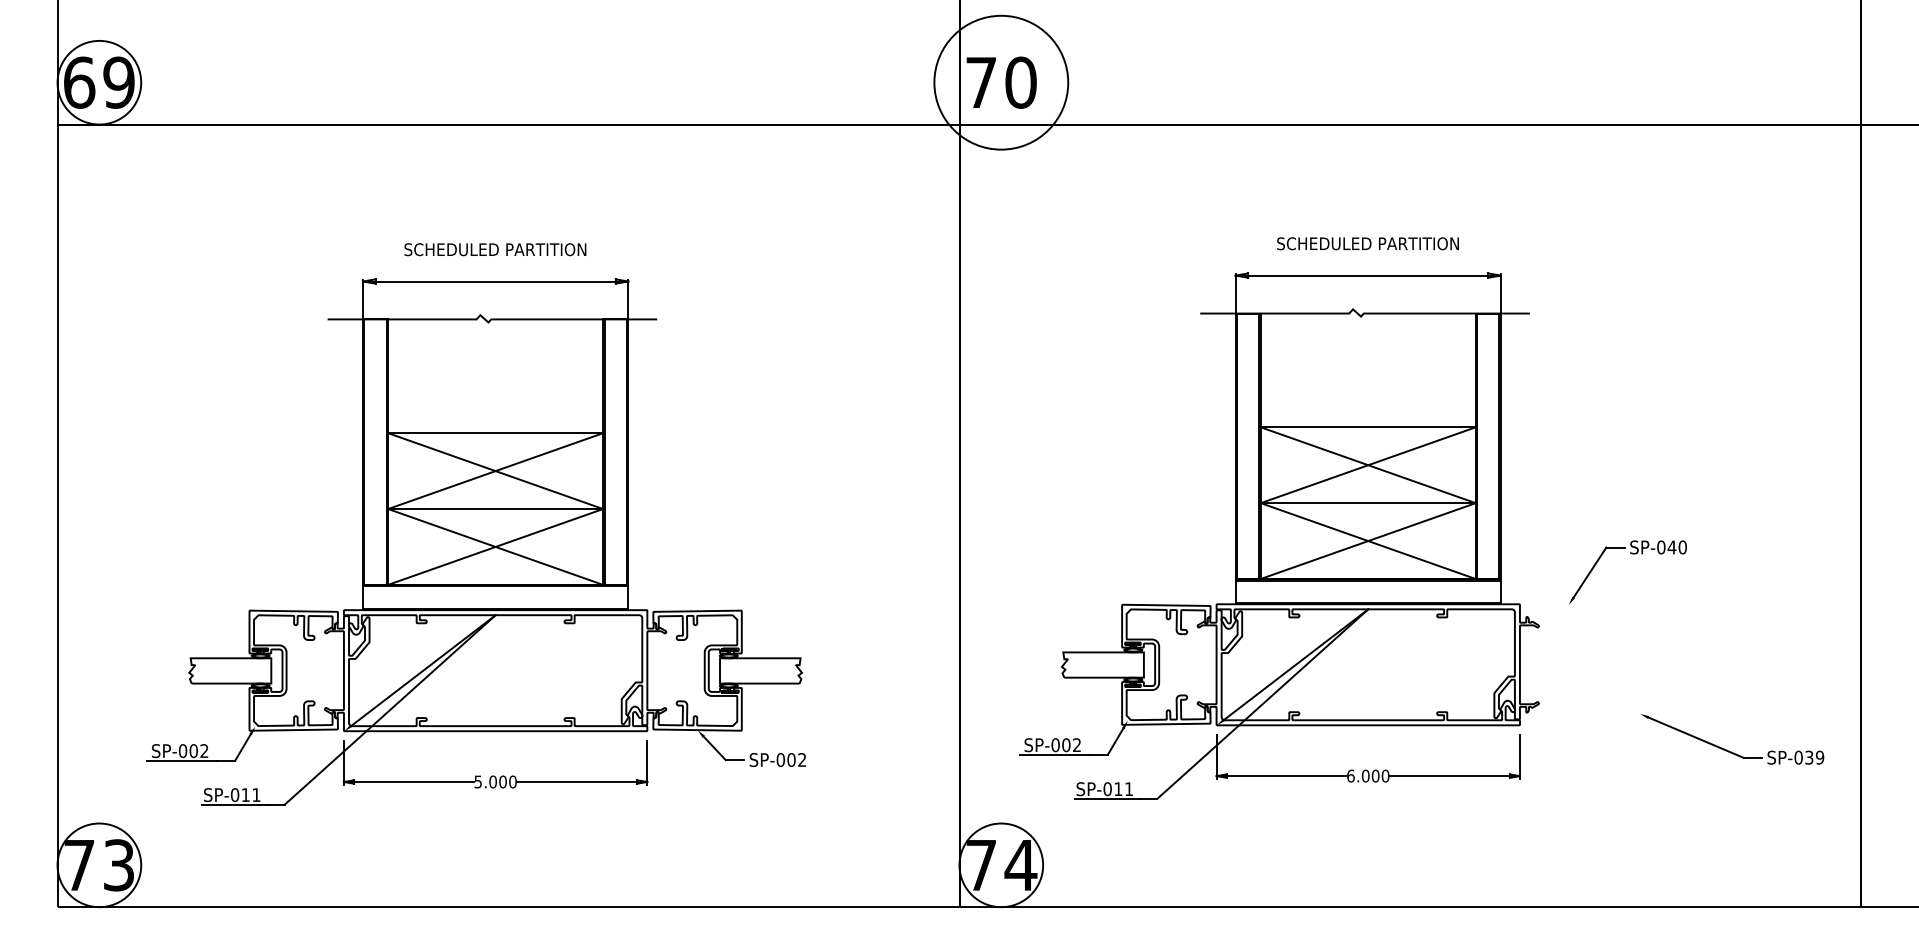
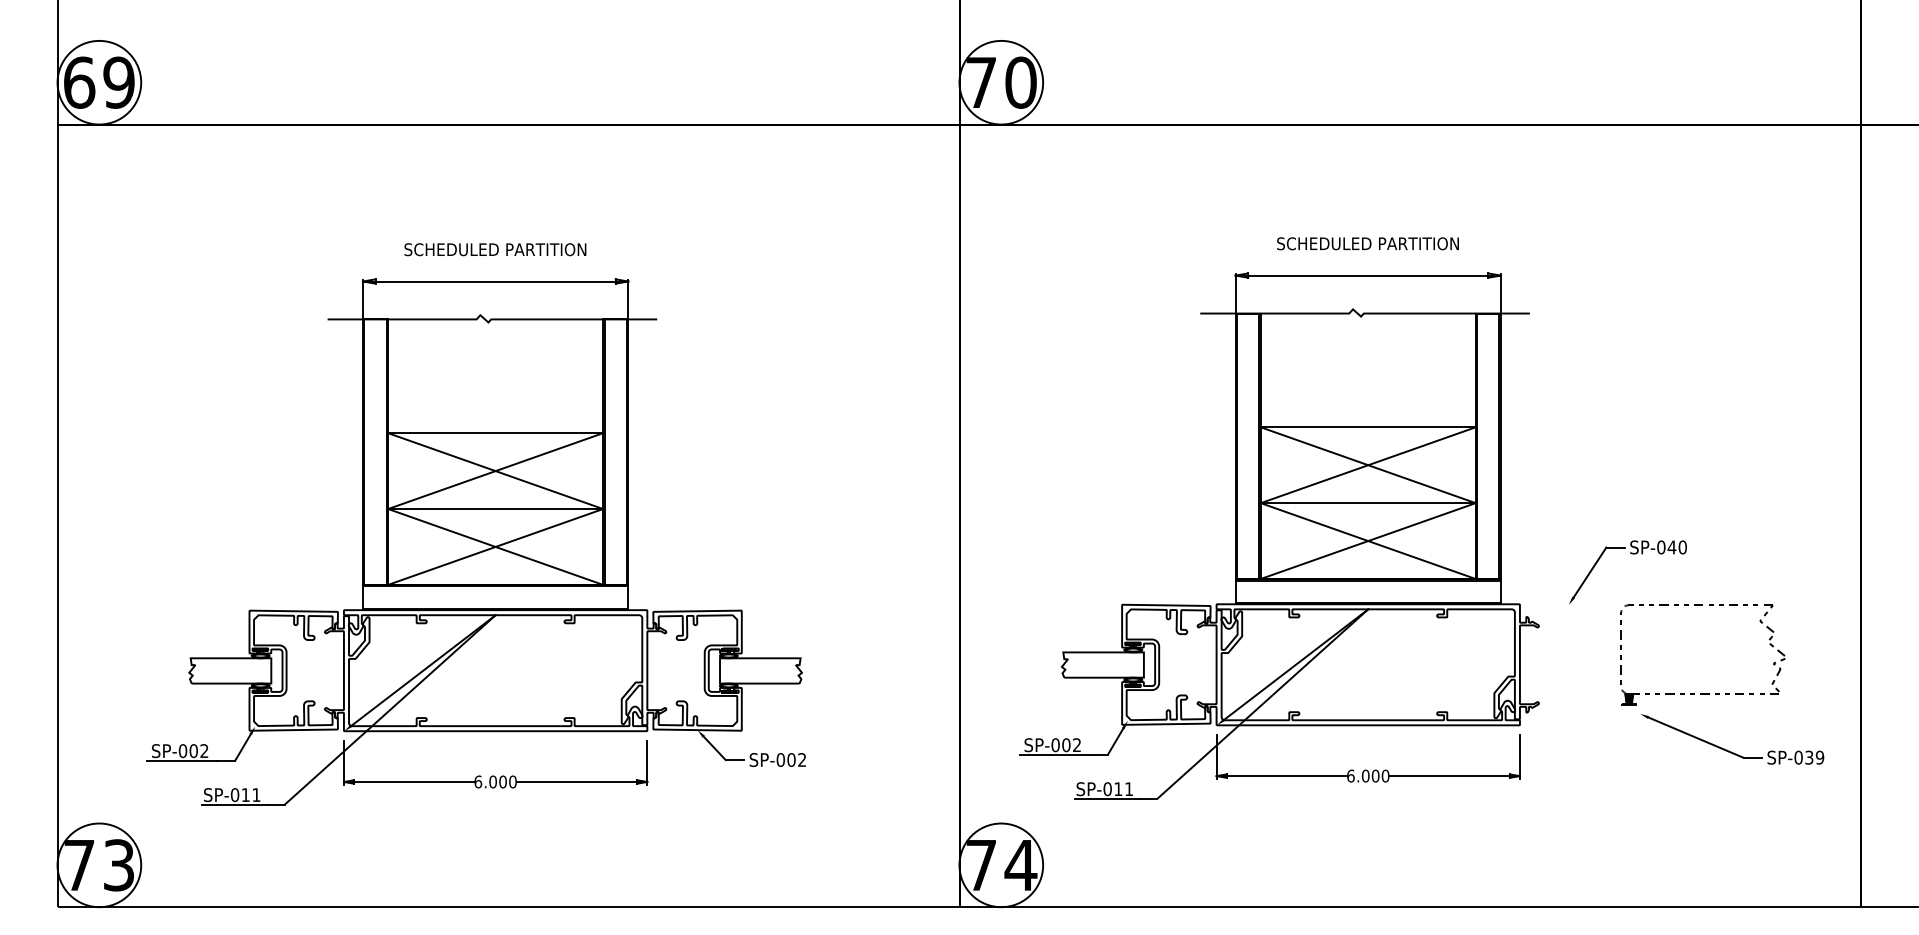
circle at (1001, 82) diameter: 134 px -> 84 px
part at (1702, 693): none -> present
text at (478, 781): 5.000 -> 6.000
